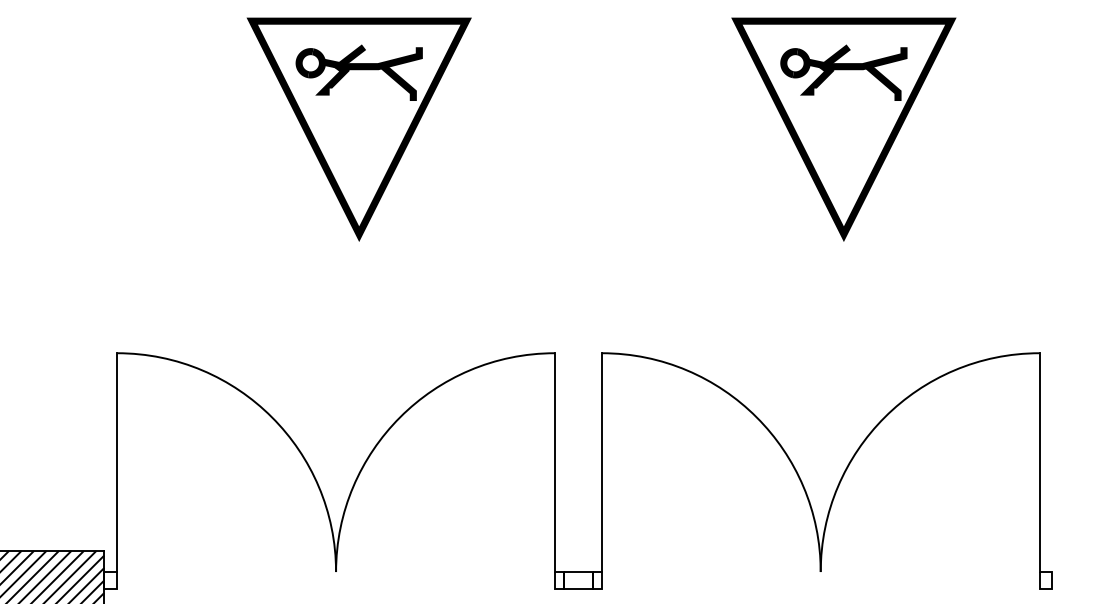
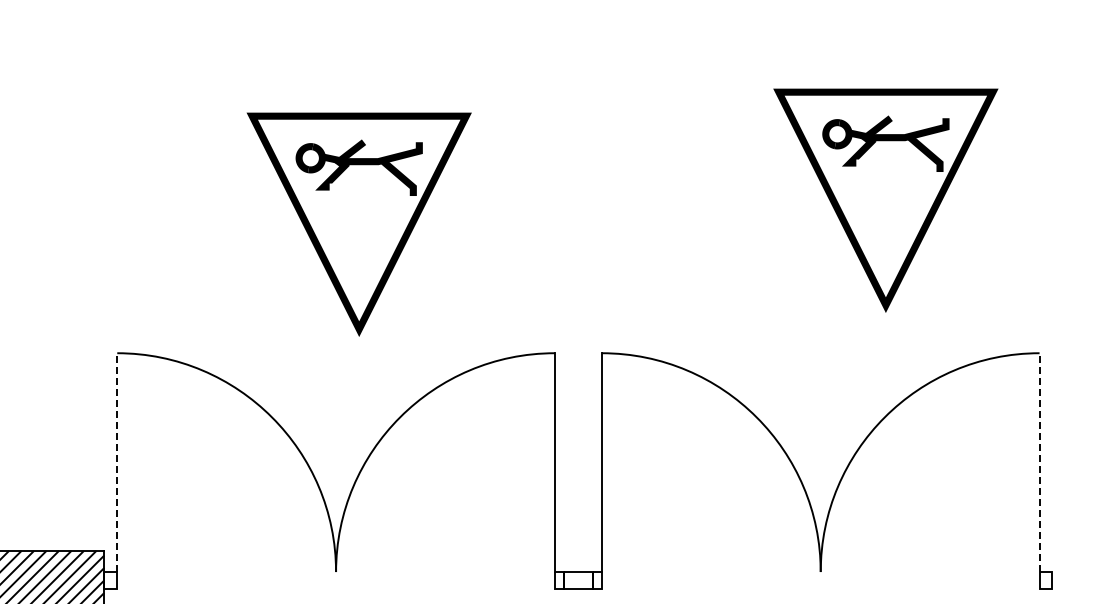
part at (358, 129) position: (358, 129) -> (358, 224)
part at (843, 129) position: (843, 129) -> (885, 200)
line at (117, 462): solid -> dashed
line at (1039, 462): solid -> dashed
